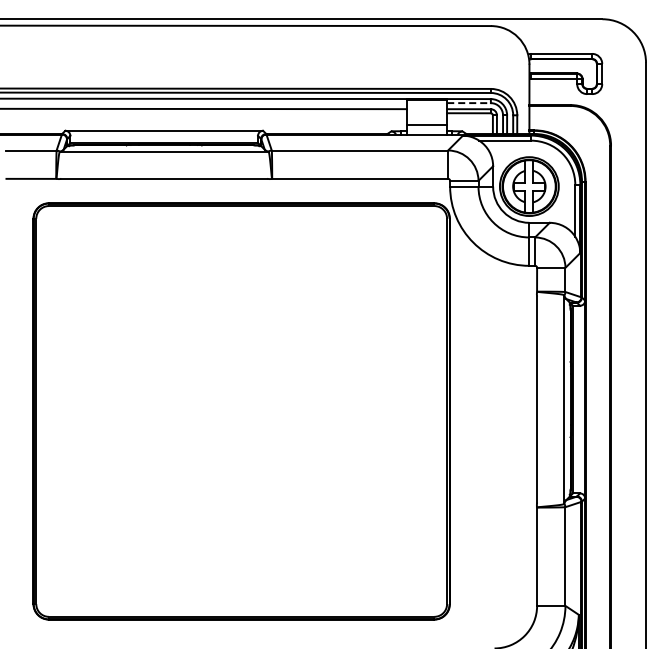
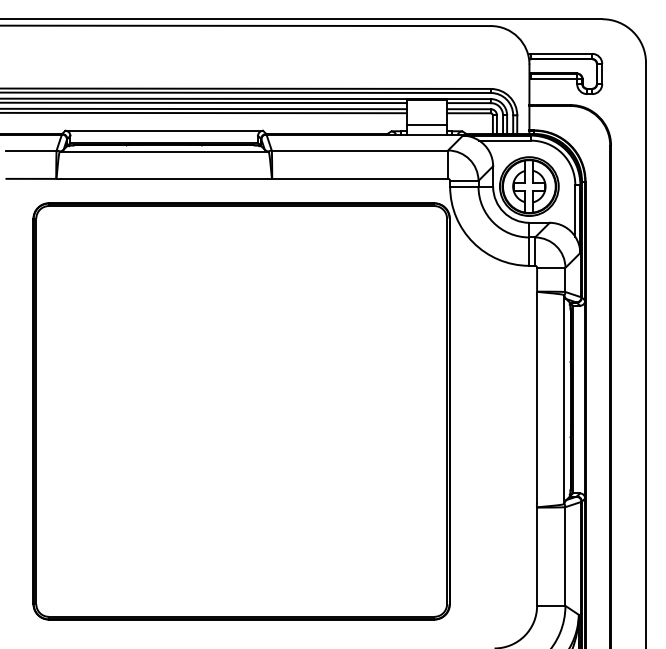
line at (204, 102): none -> present
line at (469, 103): dashed -> solid
line at (204, 112): none -> present
